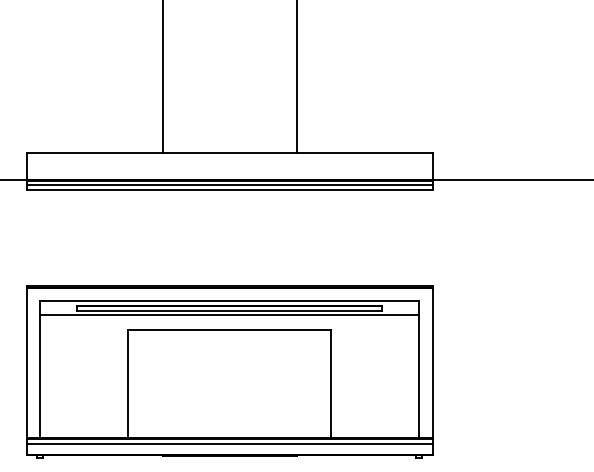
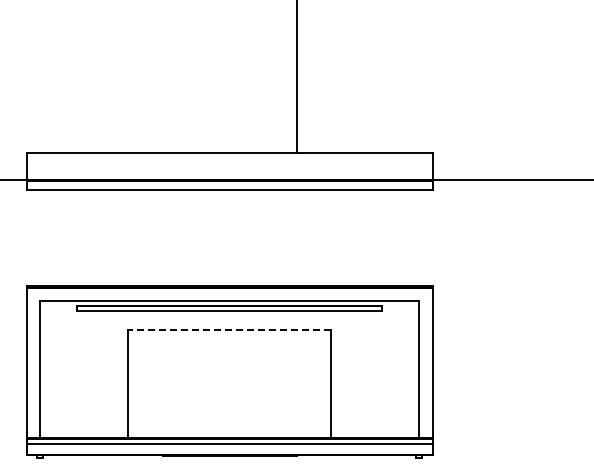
line at (162, 77): present -> none
line at (229, 184): present -> none
line at (229, 315): present -> none
line at (229, 329): solid -> dashed
